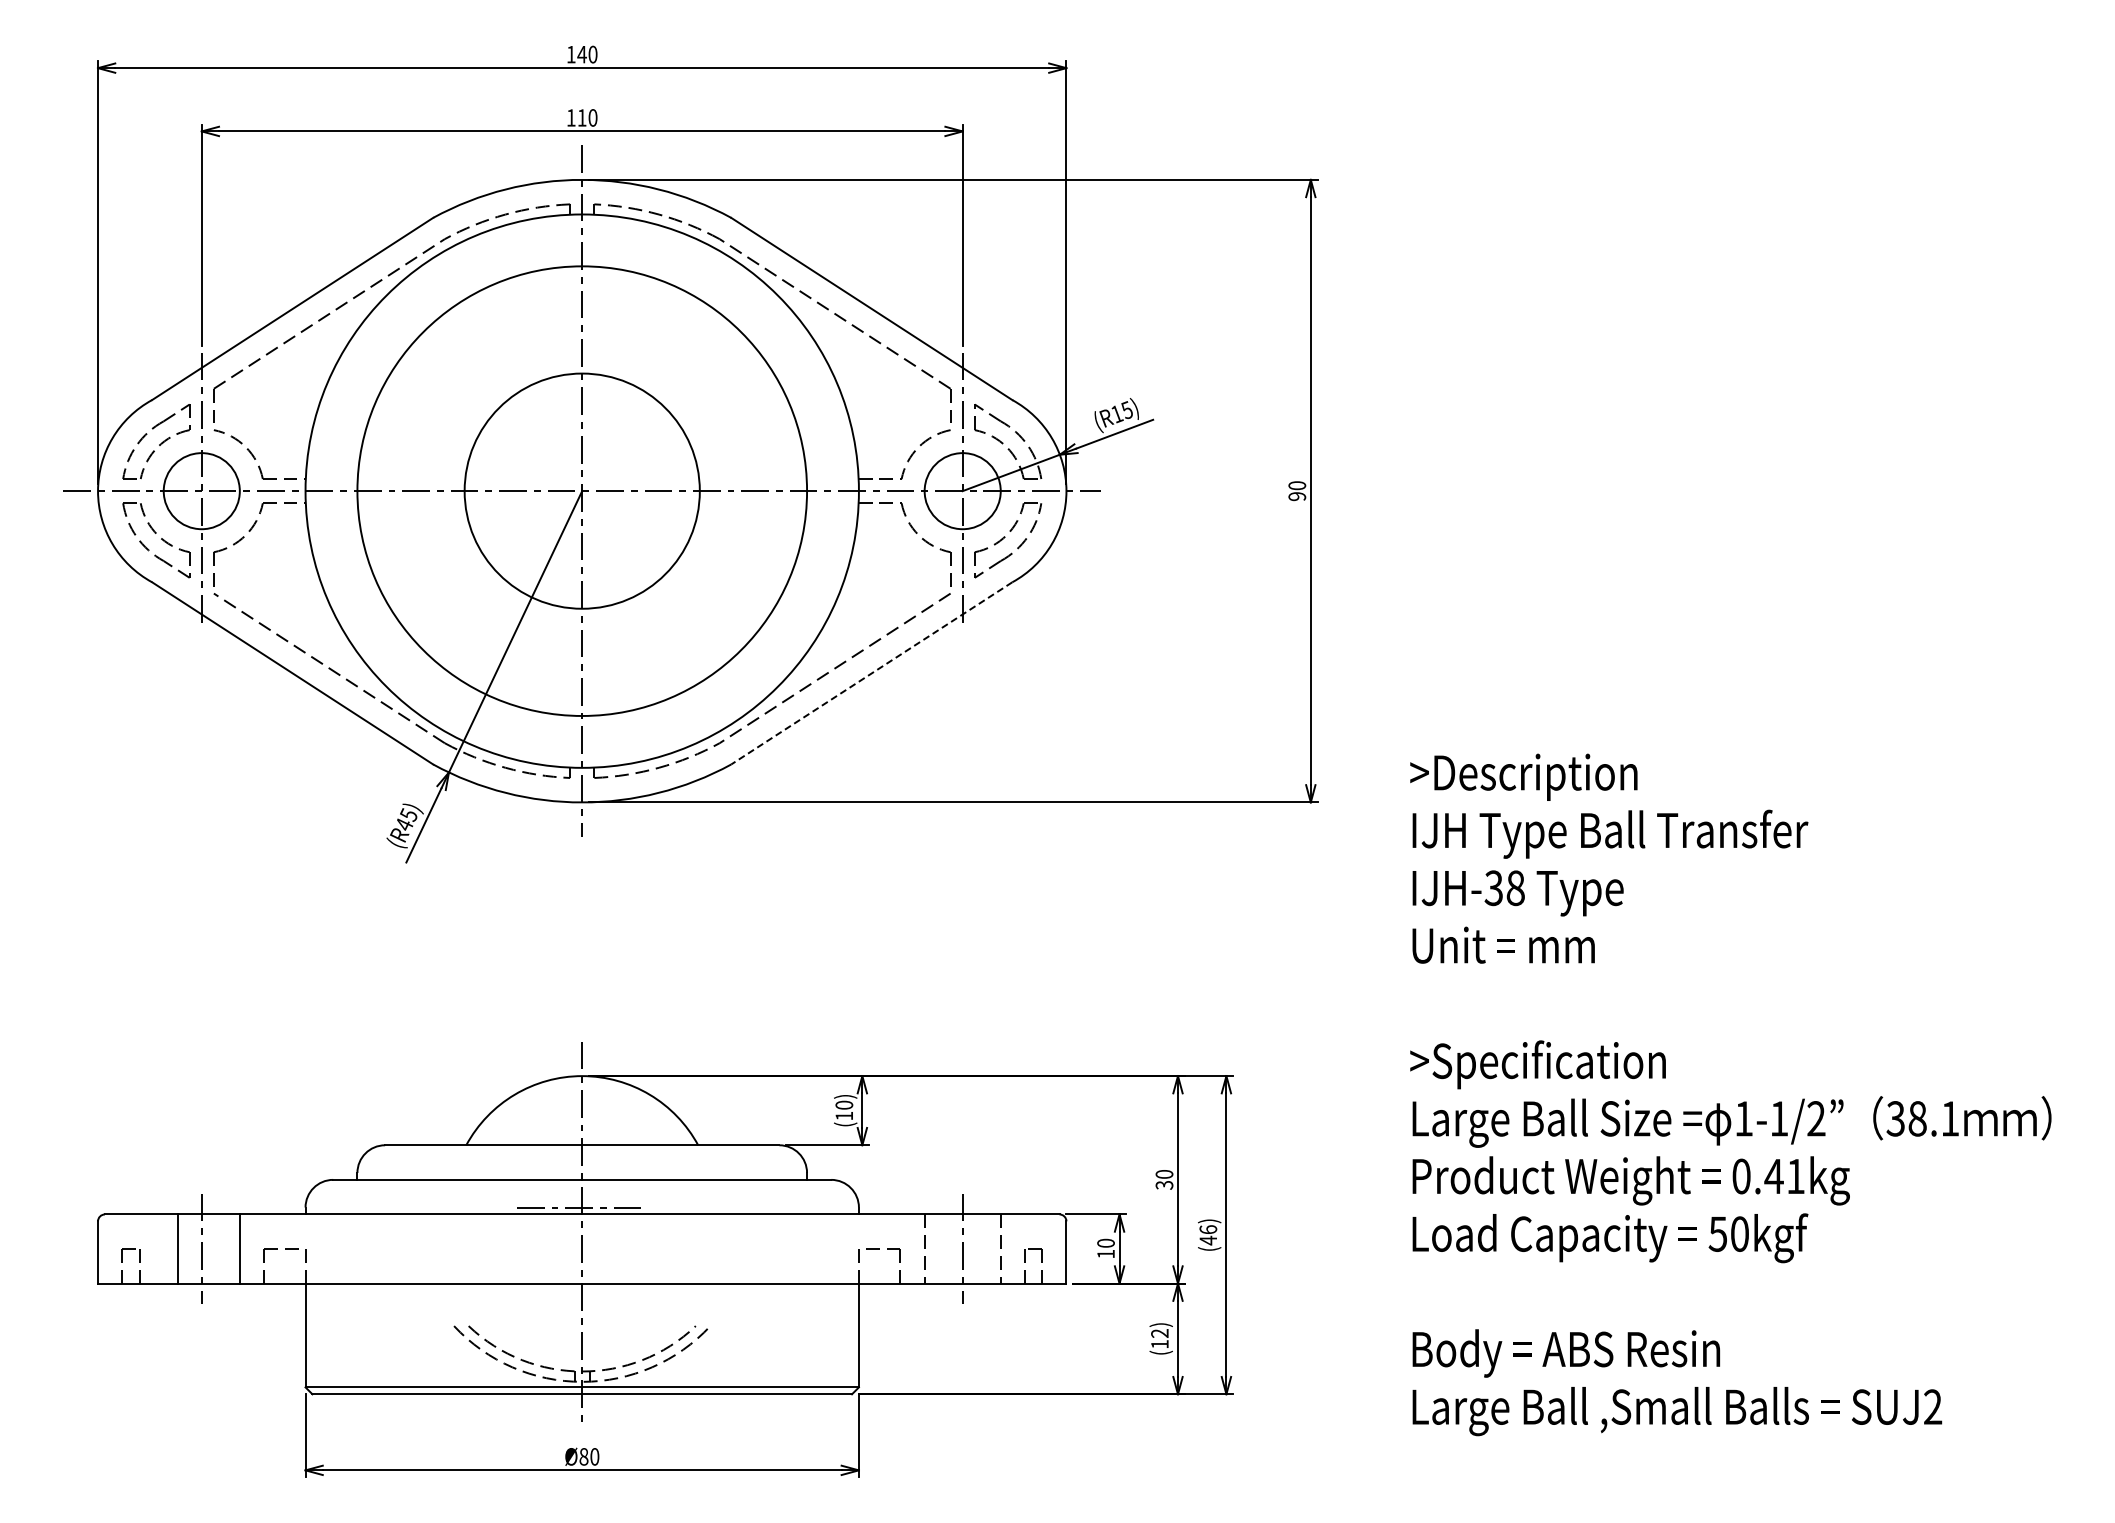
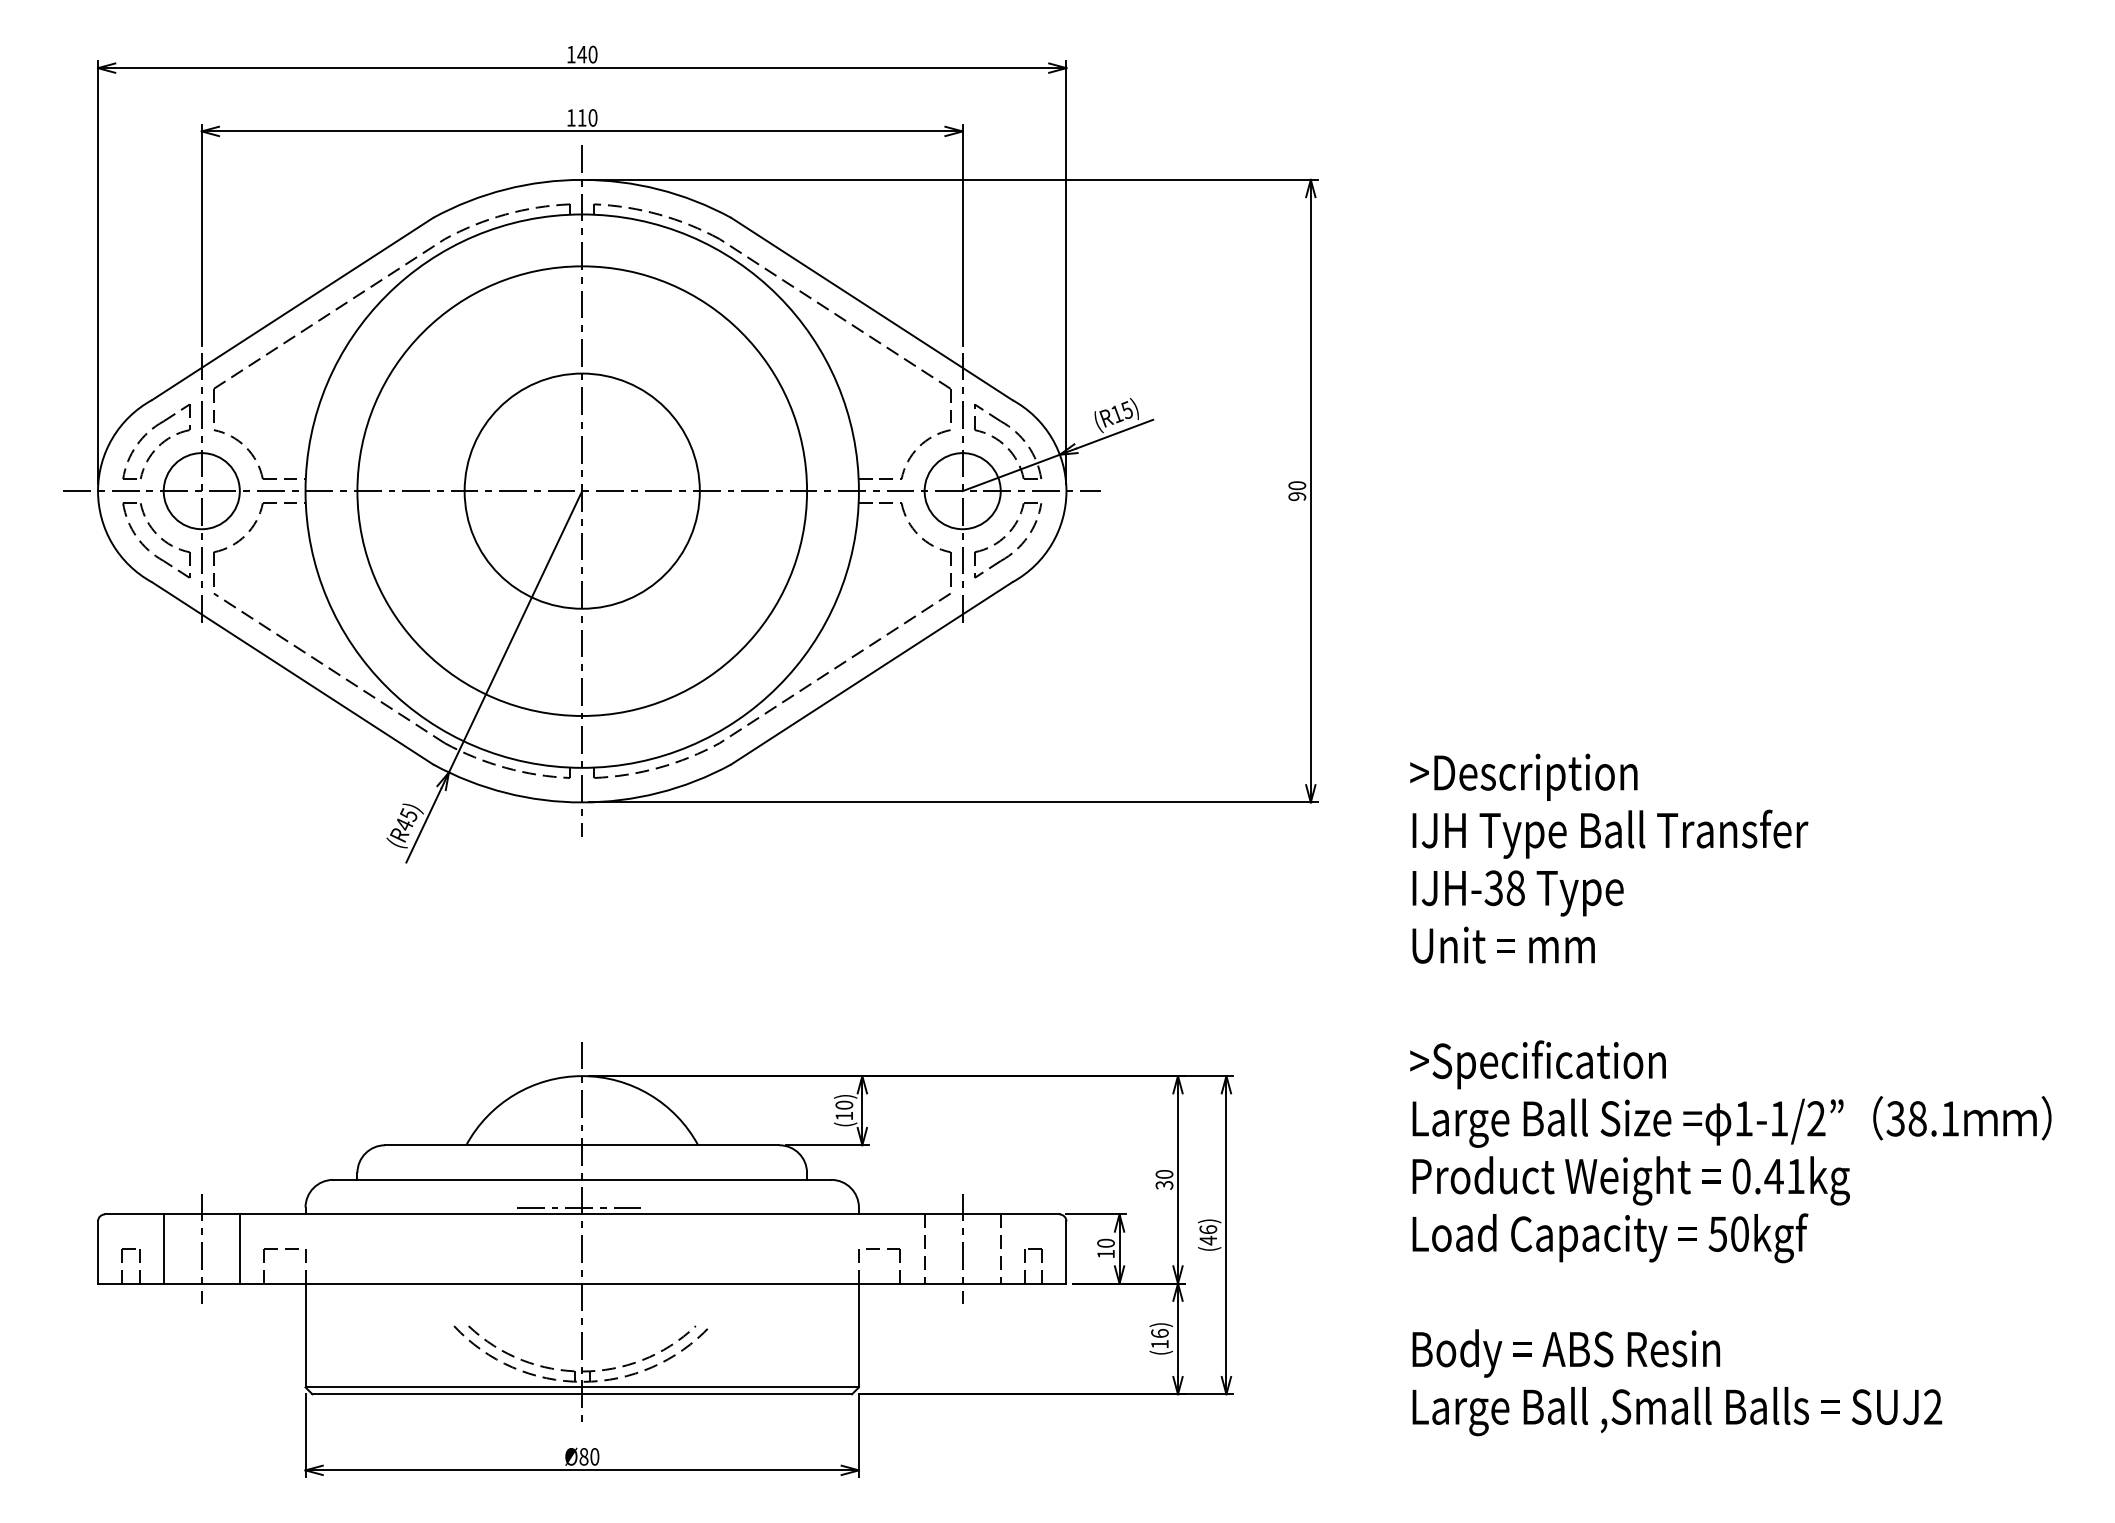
line at (871, 673): dashed -> solid
line at (177, 1248) position: (177, 1248) -> (163, 1248)
text at (1159, 1333): (12) -> (16)
